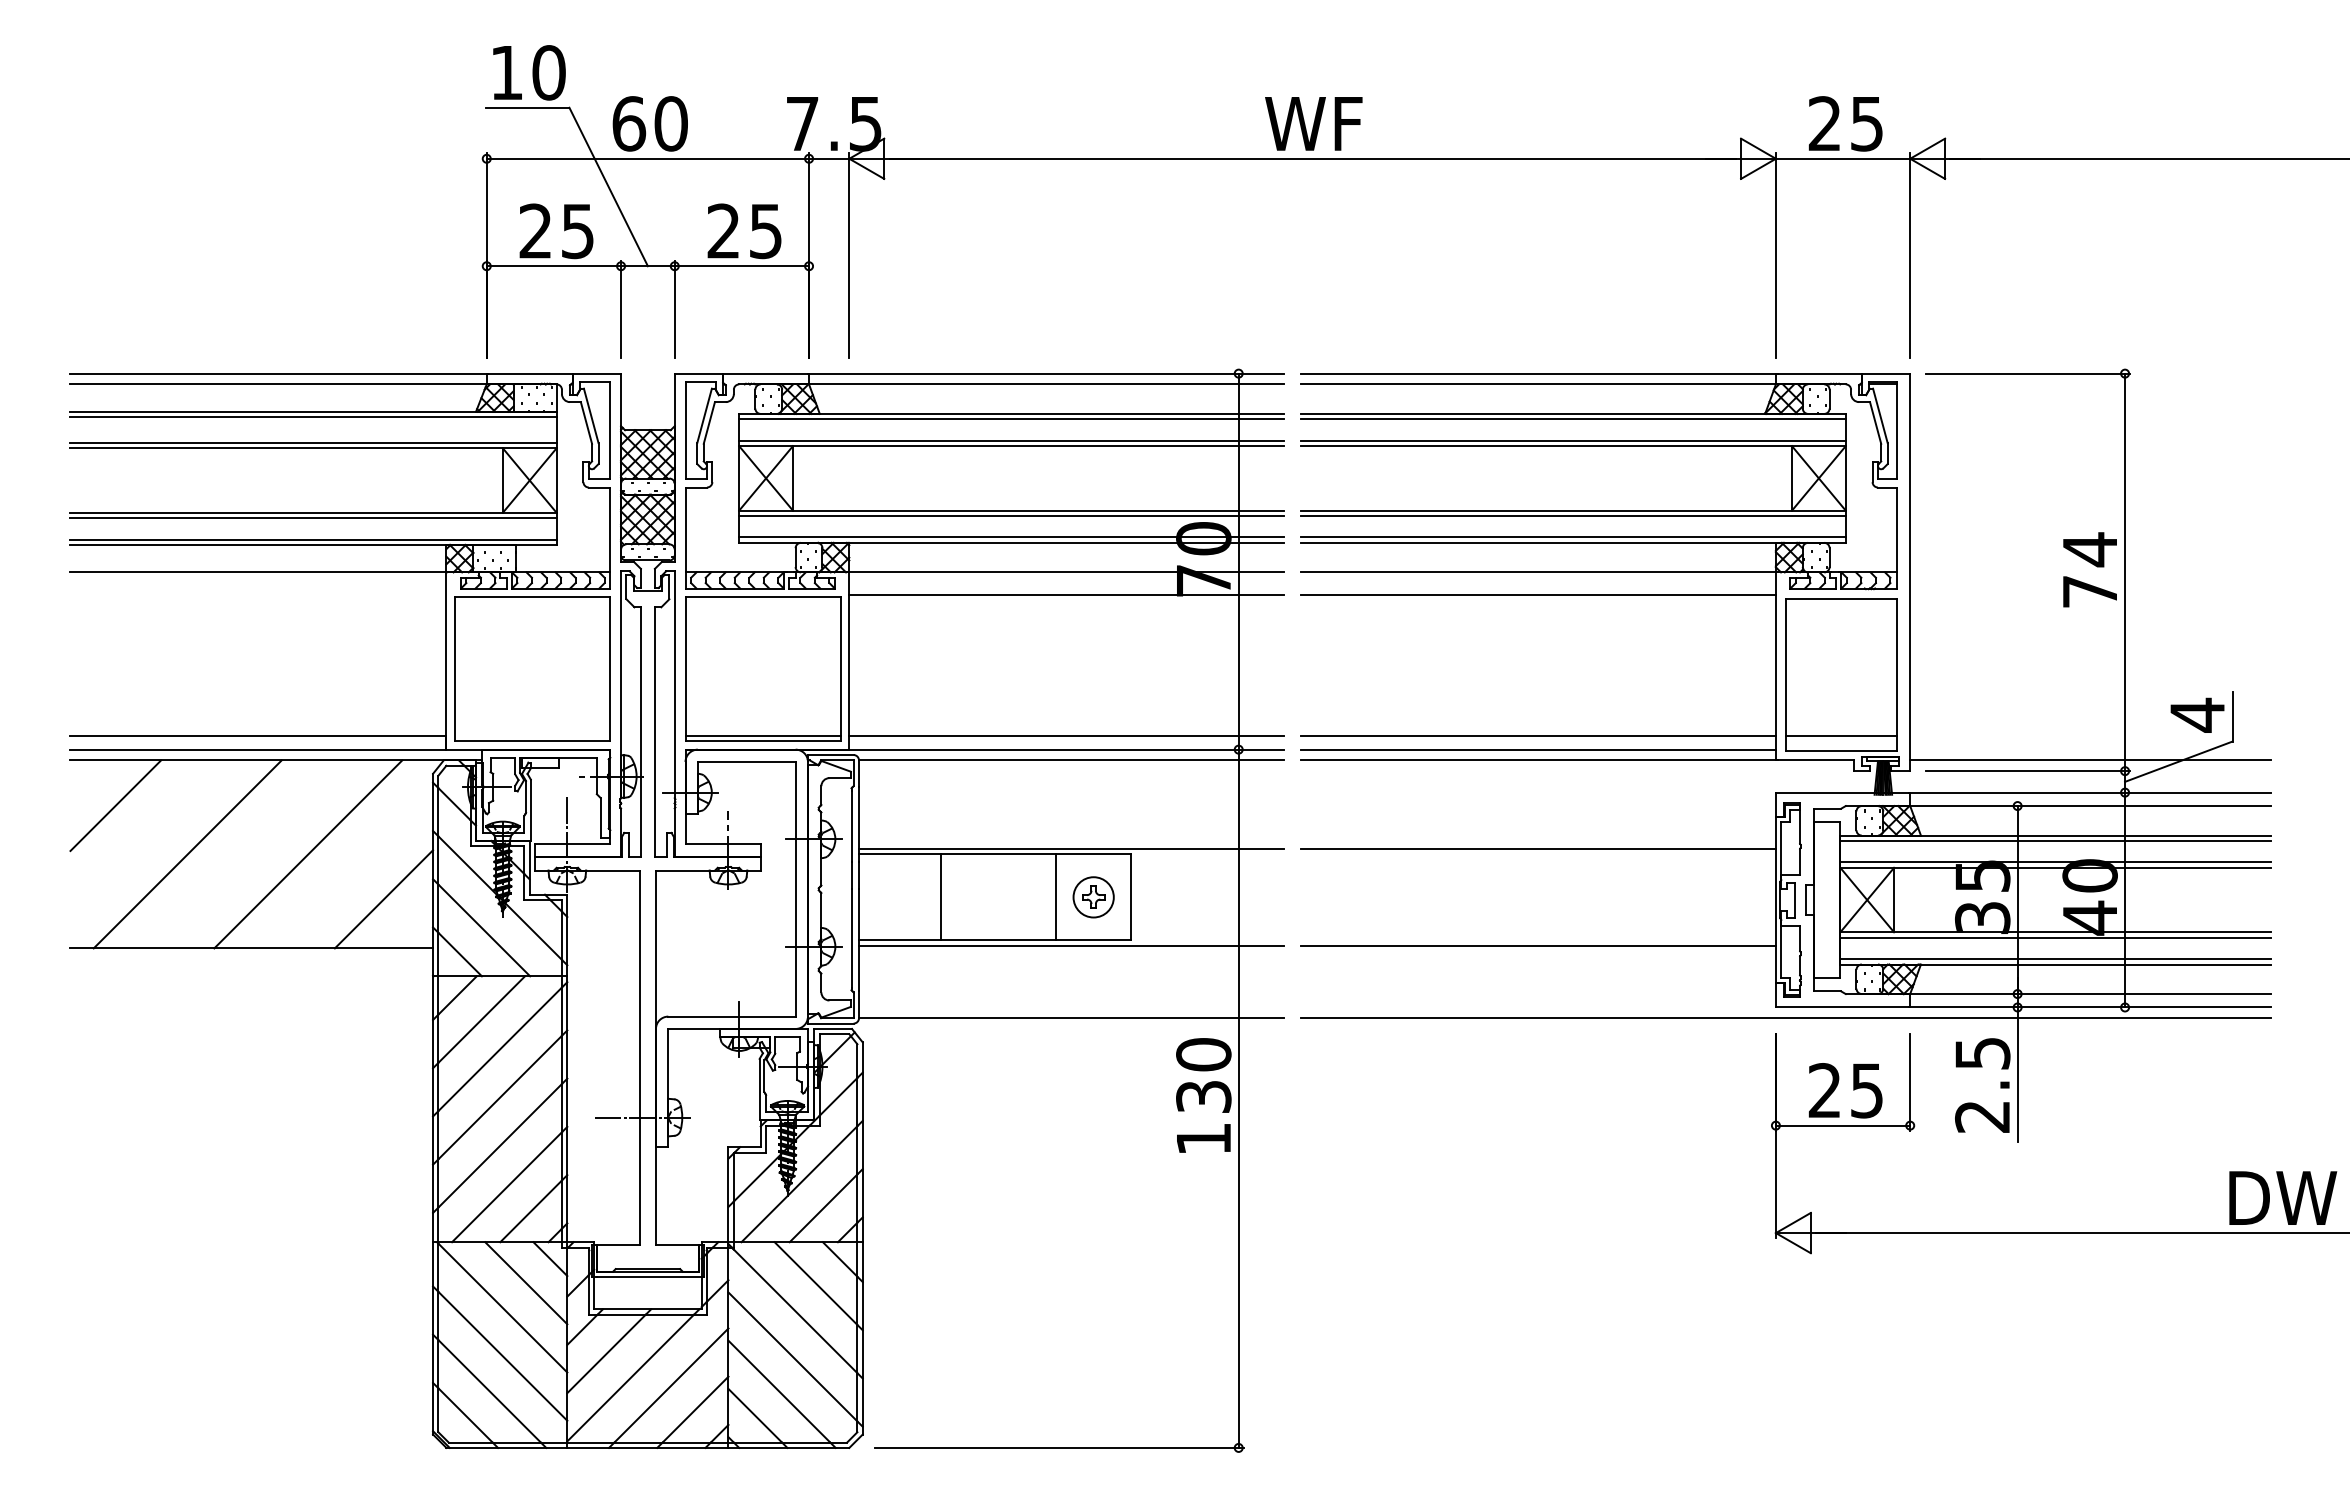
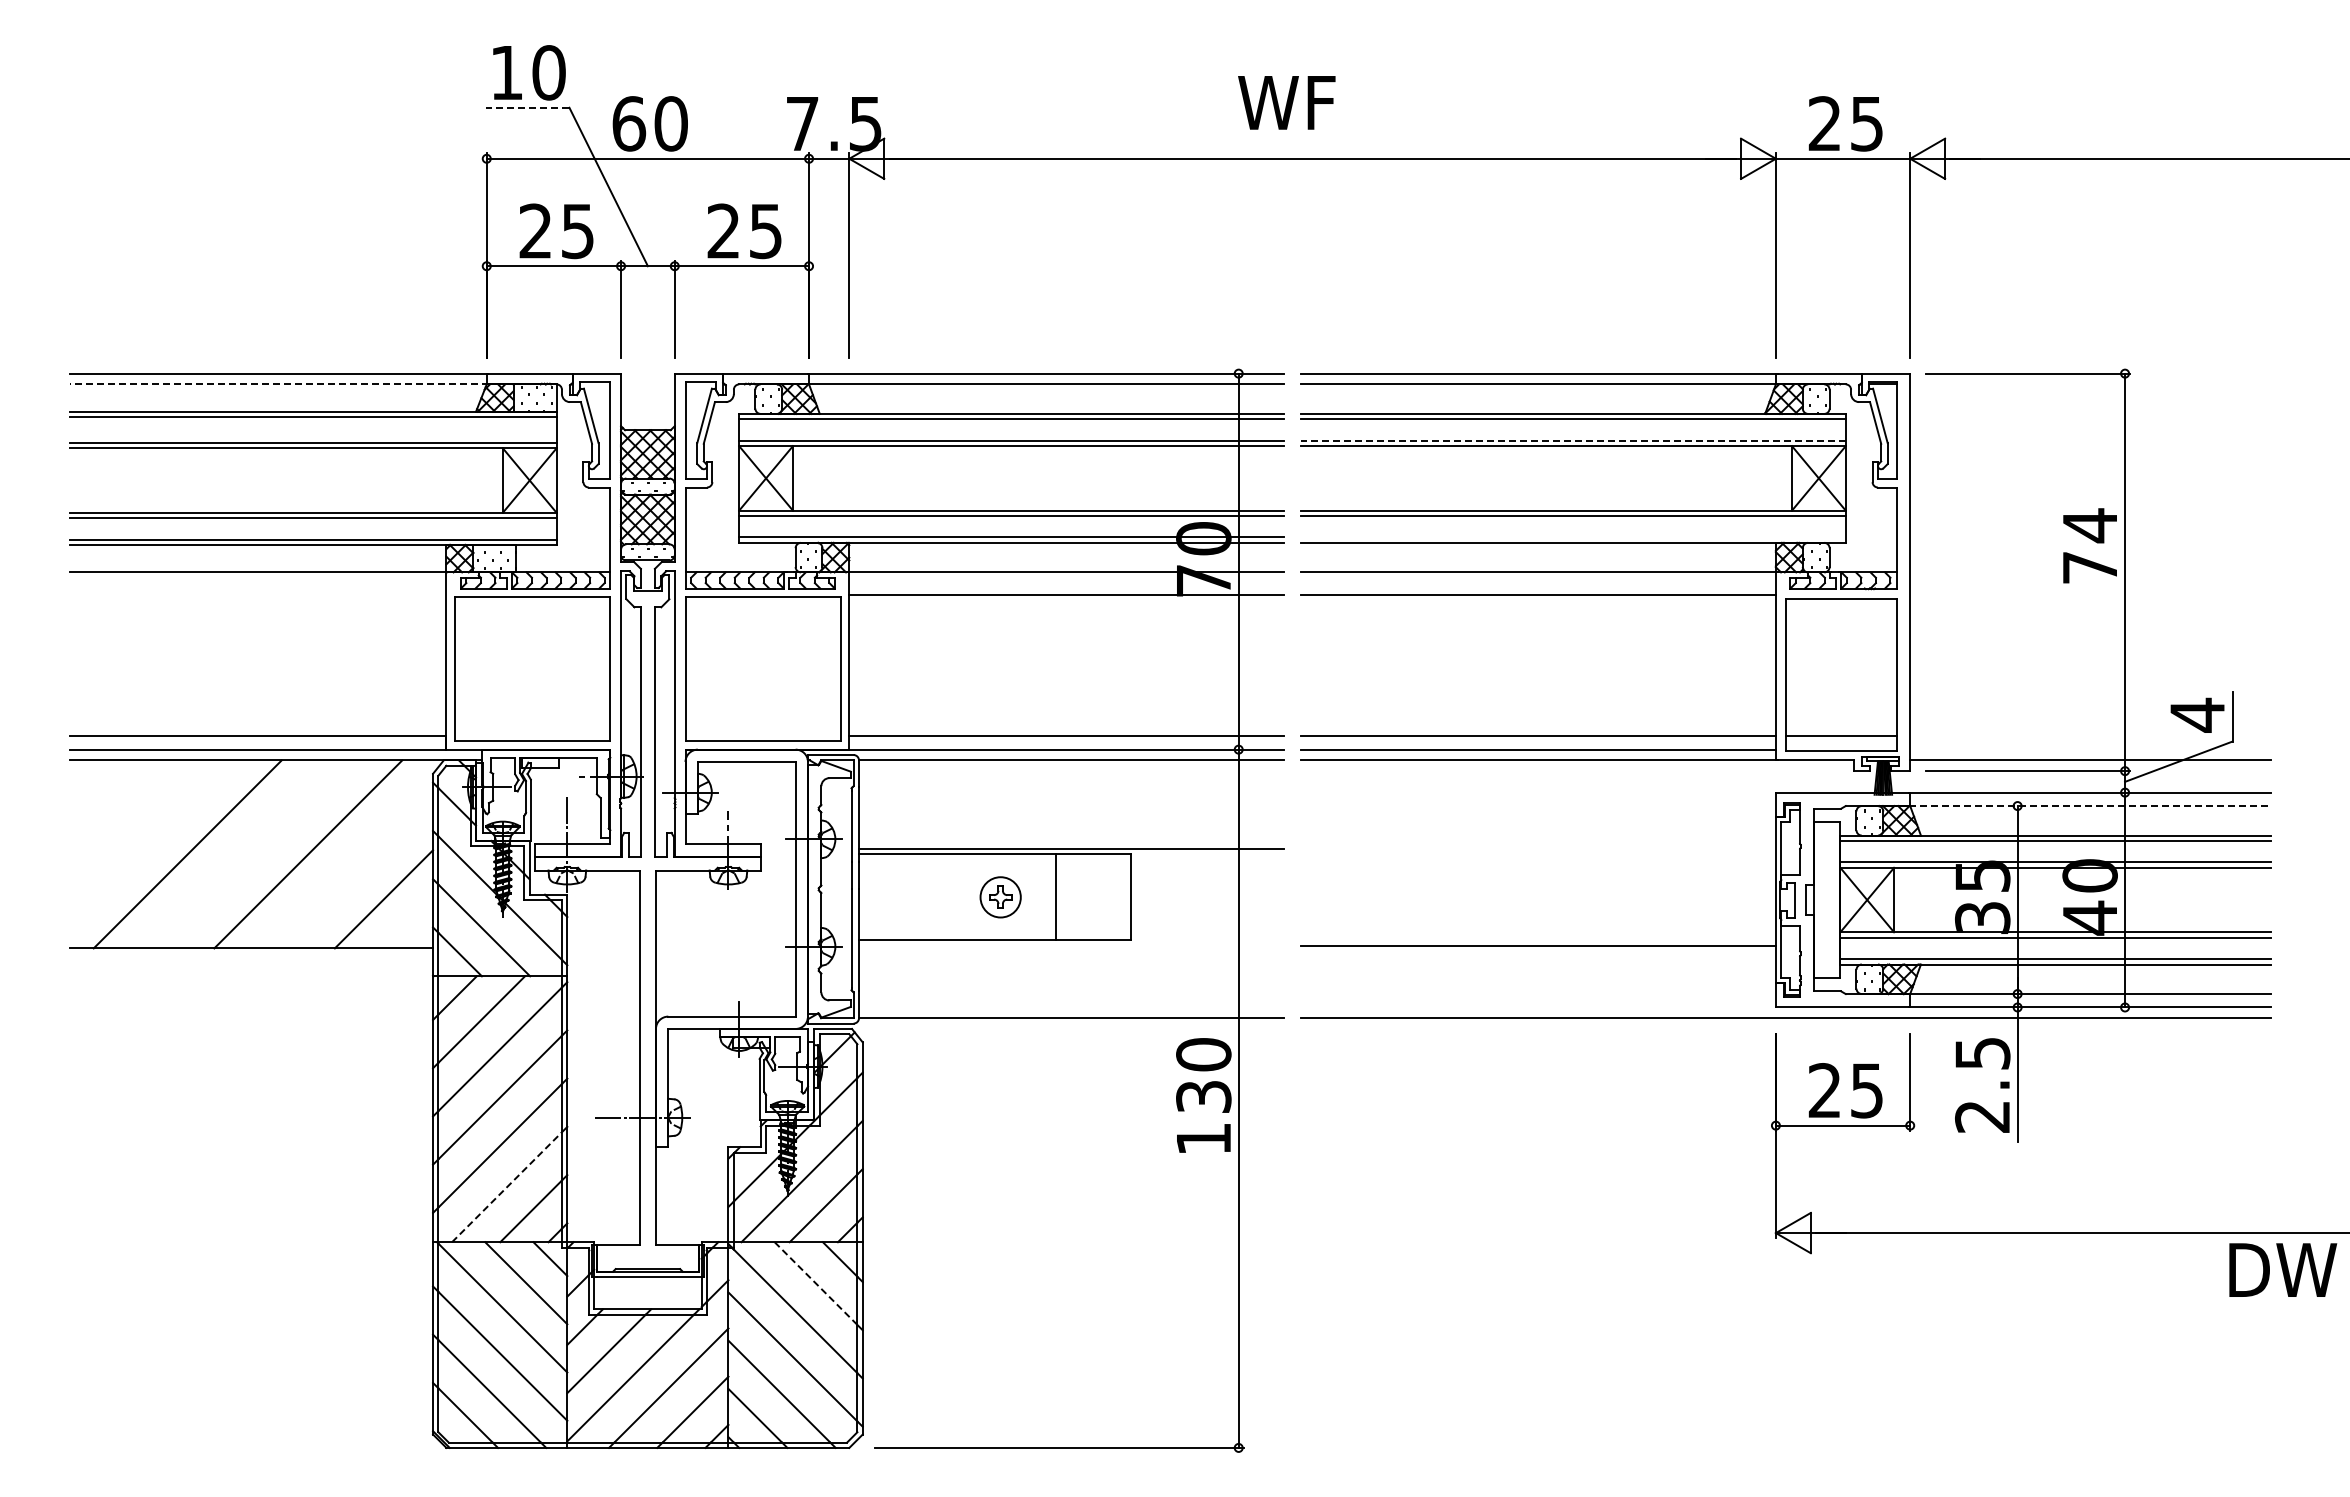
line at (527, 107): solid -> dashed
text at (1313, 123) position: (1313, 123) -> (1286, 102)
line at (279, 384): solid -> dashed
line at (1573, 440): solid -> dashed
line at (1572, 537): present -> none
text at (2089, 569) position: (2089, 569) -> (2089, 545)
line at (762, 736): present -> none
line at (115, 805): present -> none
line at (2090, 806): solid -> dashed
line at (1537, 849): present -> none
line at (940, 897): present -> none
part at (1093, 897) position: (1093, 897) -> (1000, 897)
line at (1071, 945): present -> none
line at (507, 1187): solid -> dashed
text at (2283, 1197) position: (2283, 1197) -> (2283, 1269)
line at (815, 1283): solid -> dashed
